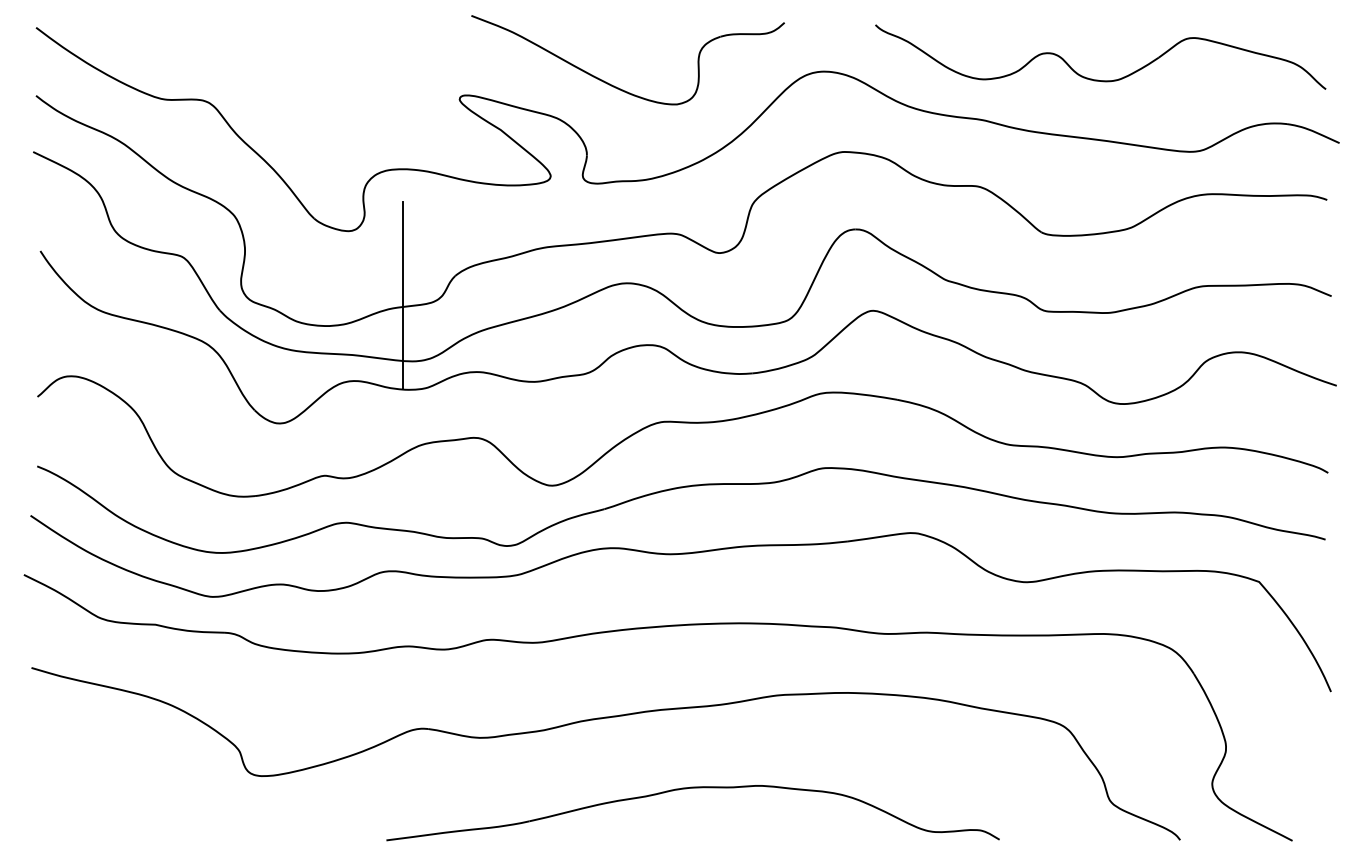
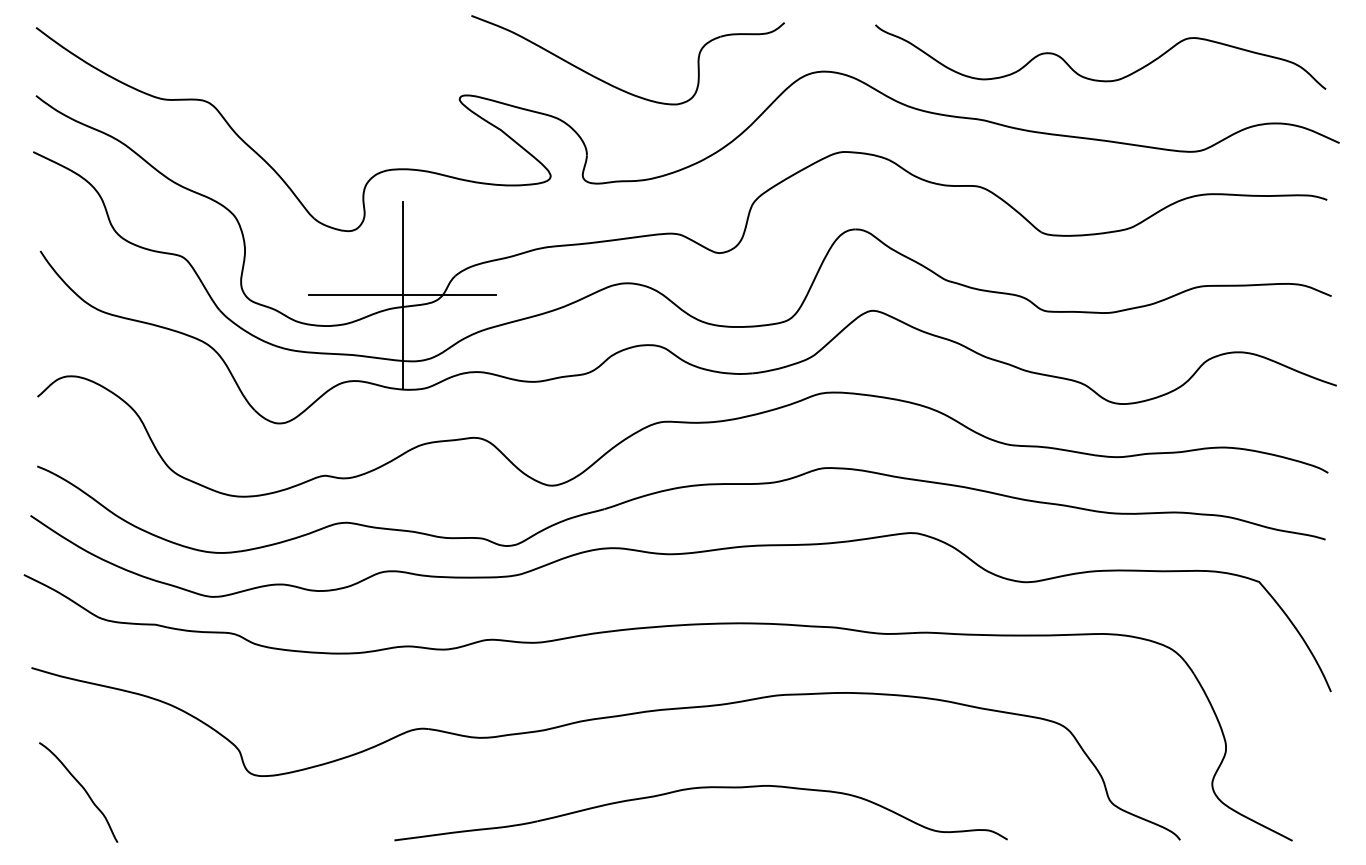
line at (402, 295): none -> present
curve at (82, 788): none -> present
part at (686, 789) position: (686, 789) -> (694, 789)
